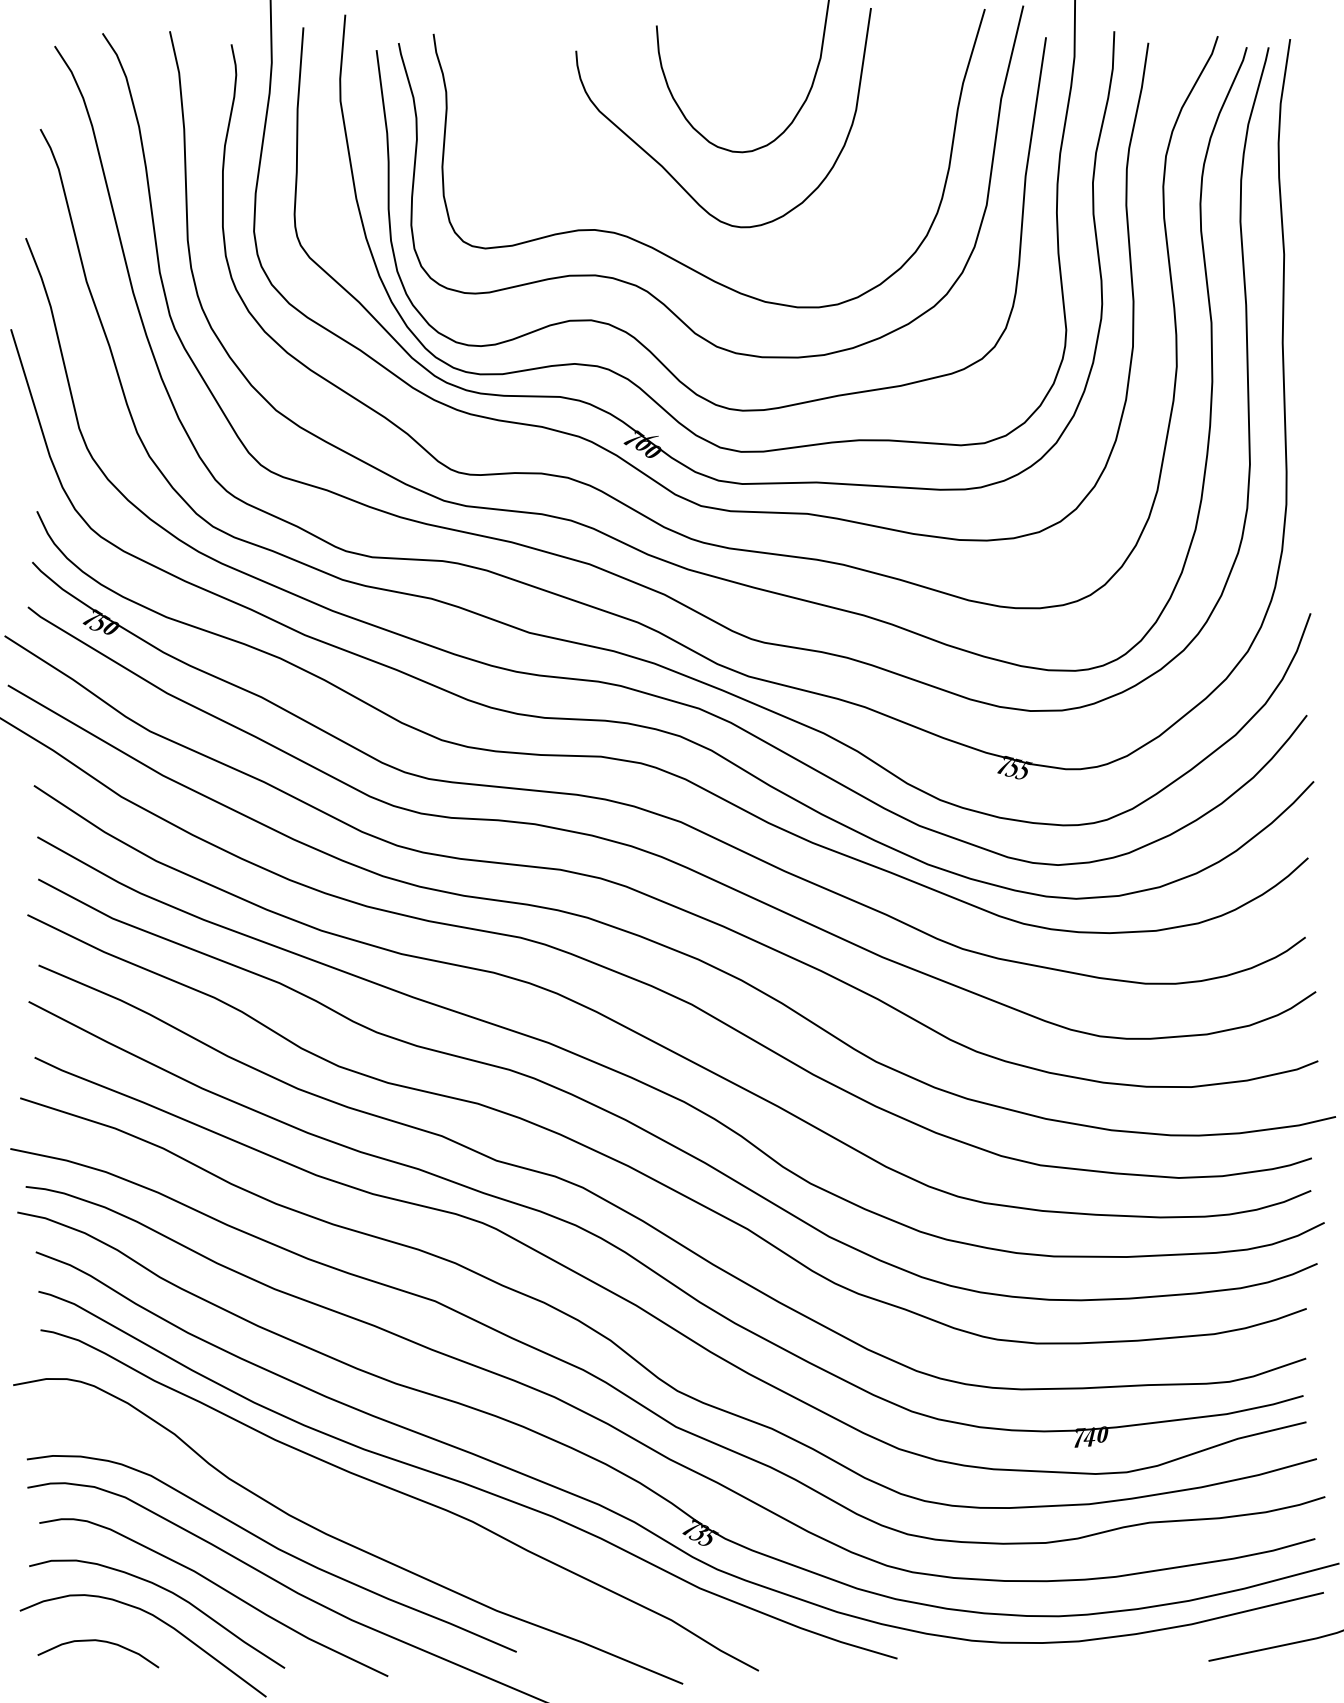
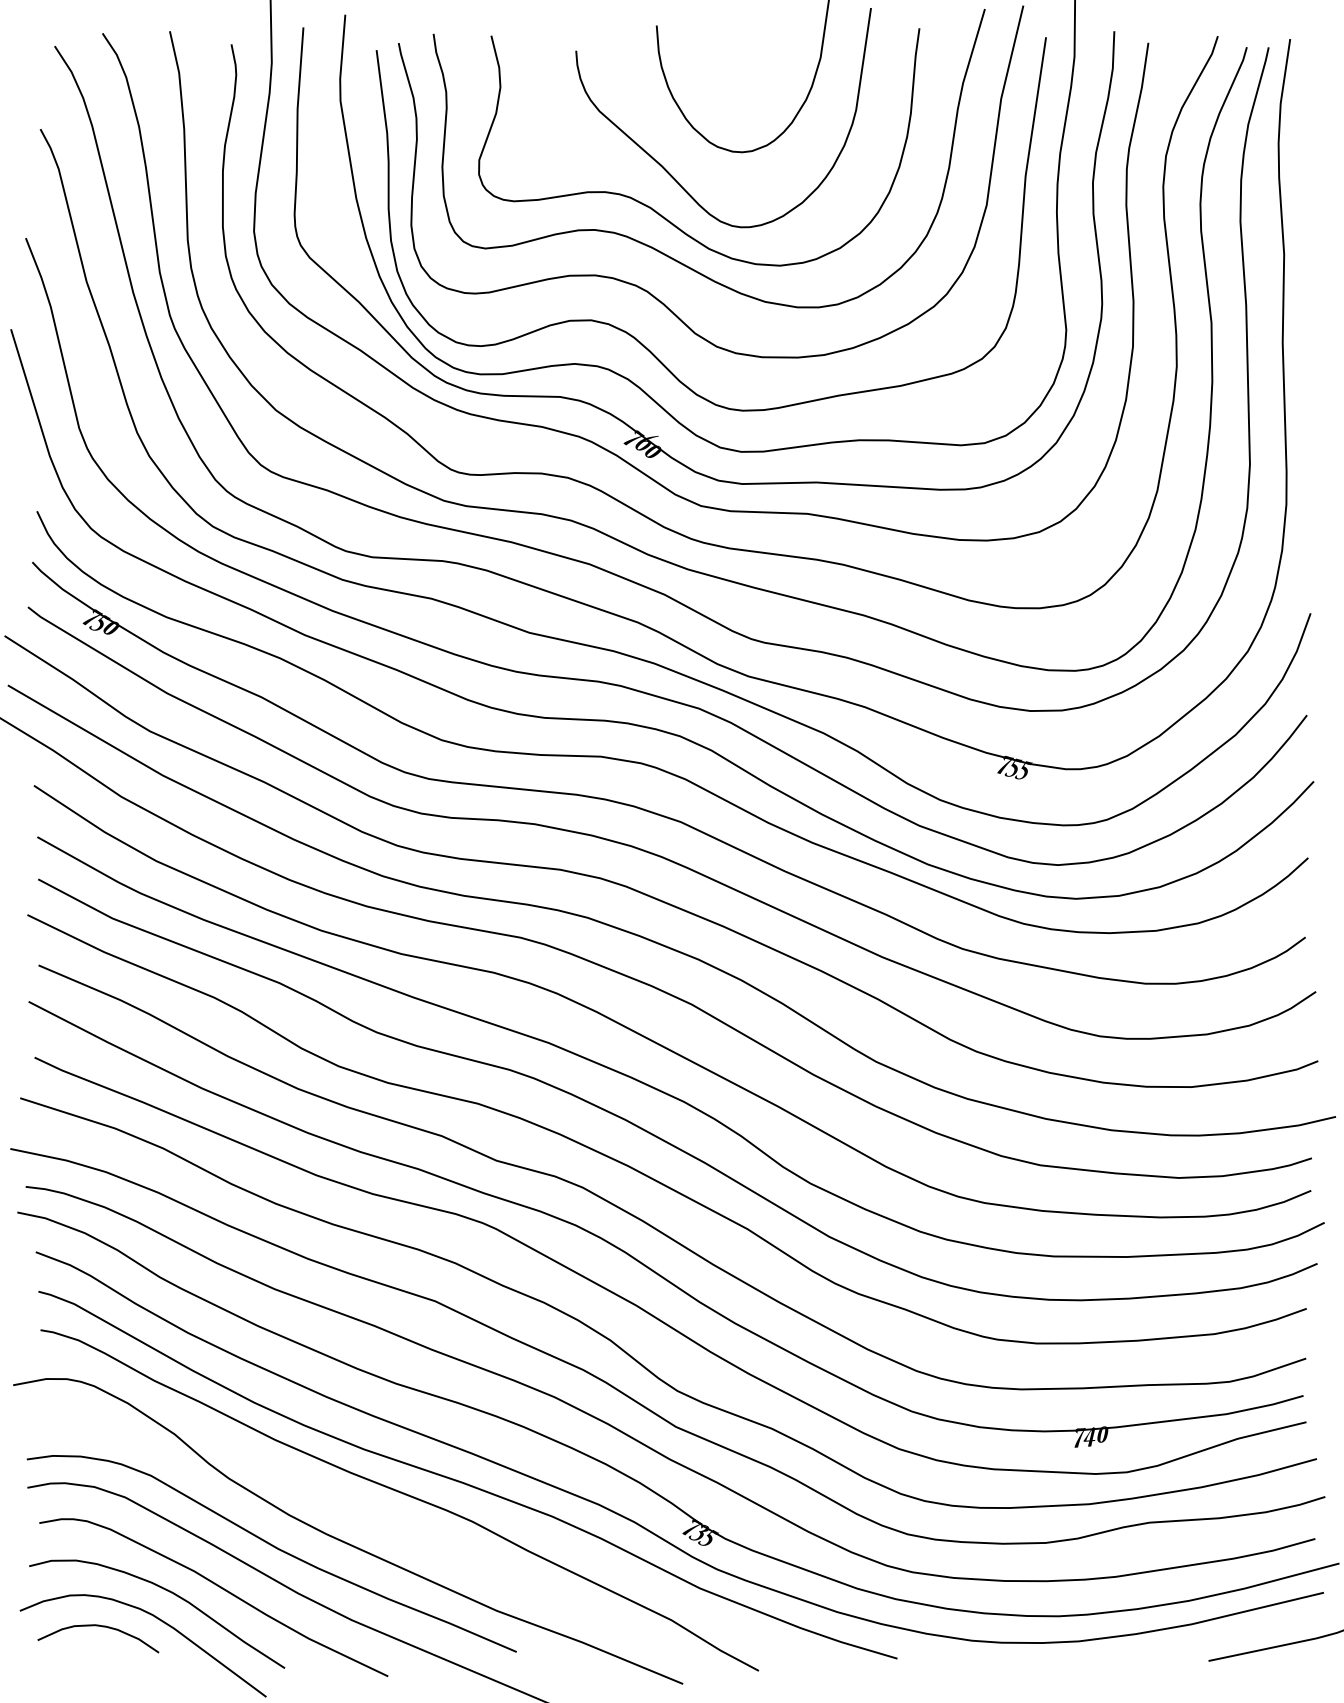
curve at (653, 208): none -> present
curve at (102, 1642) position: (102, 1642) -> (102, 1627)
